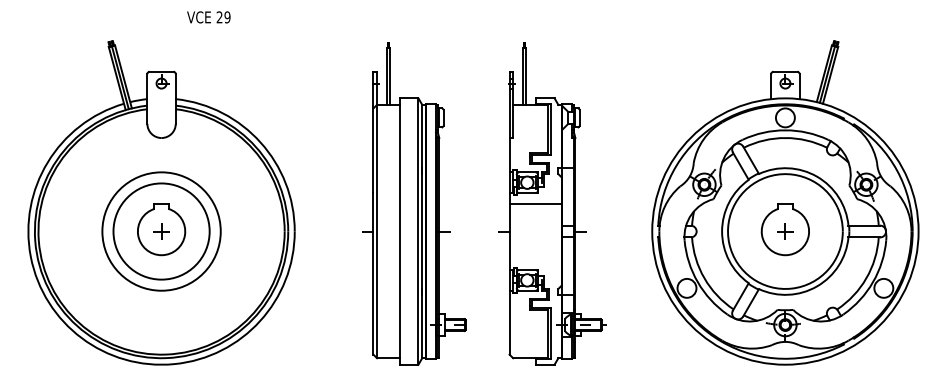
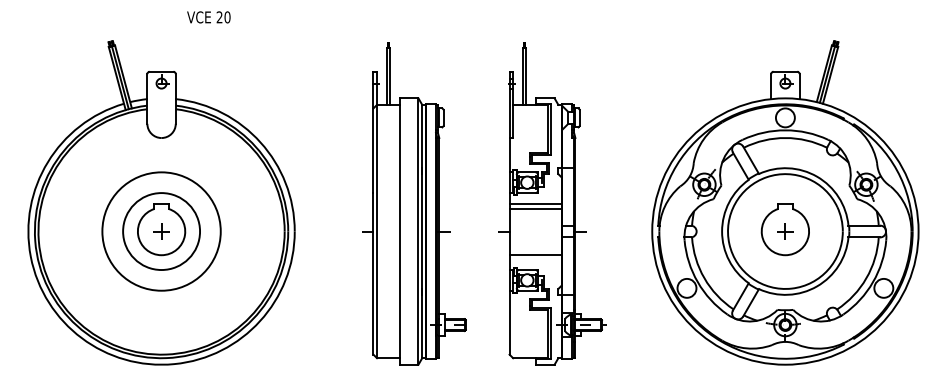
text at (227, 17): 29 -> 20
line at (535, 208): none -> present
circle at (161, 231) diameter: 96 px -> 77 px
line at (535, 255): none -> present
